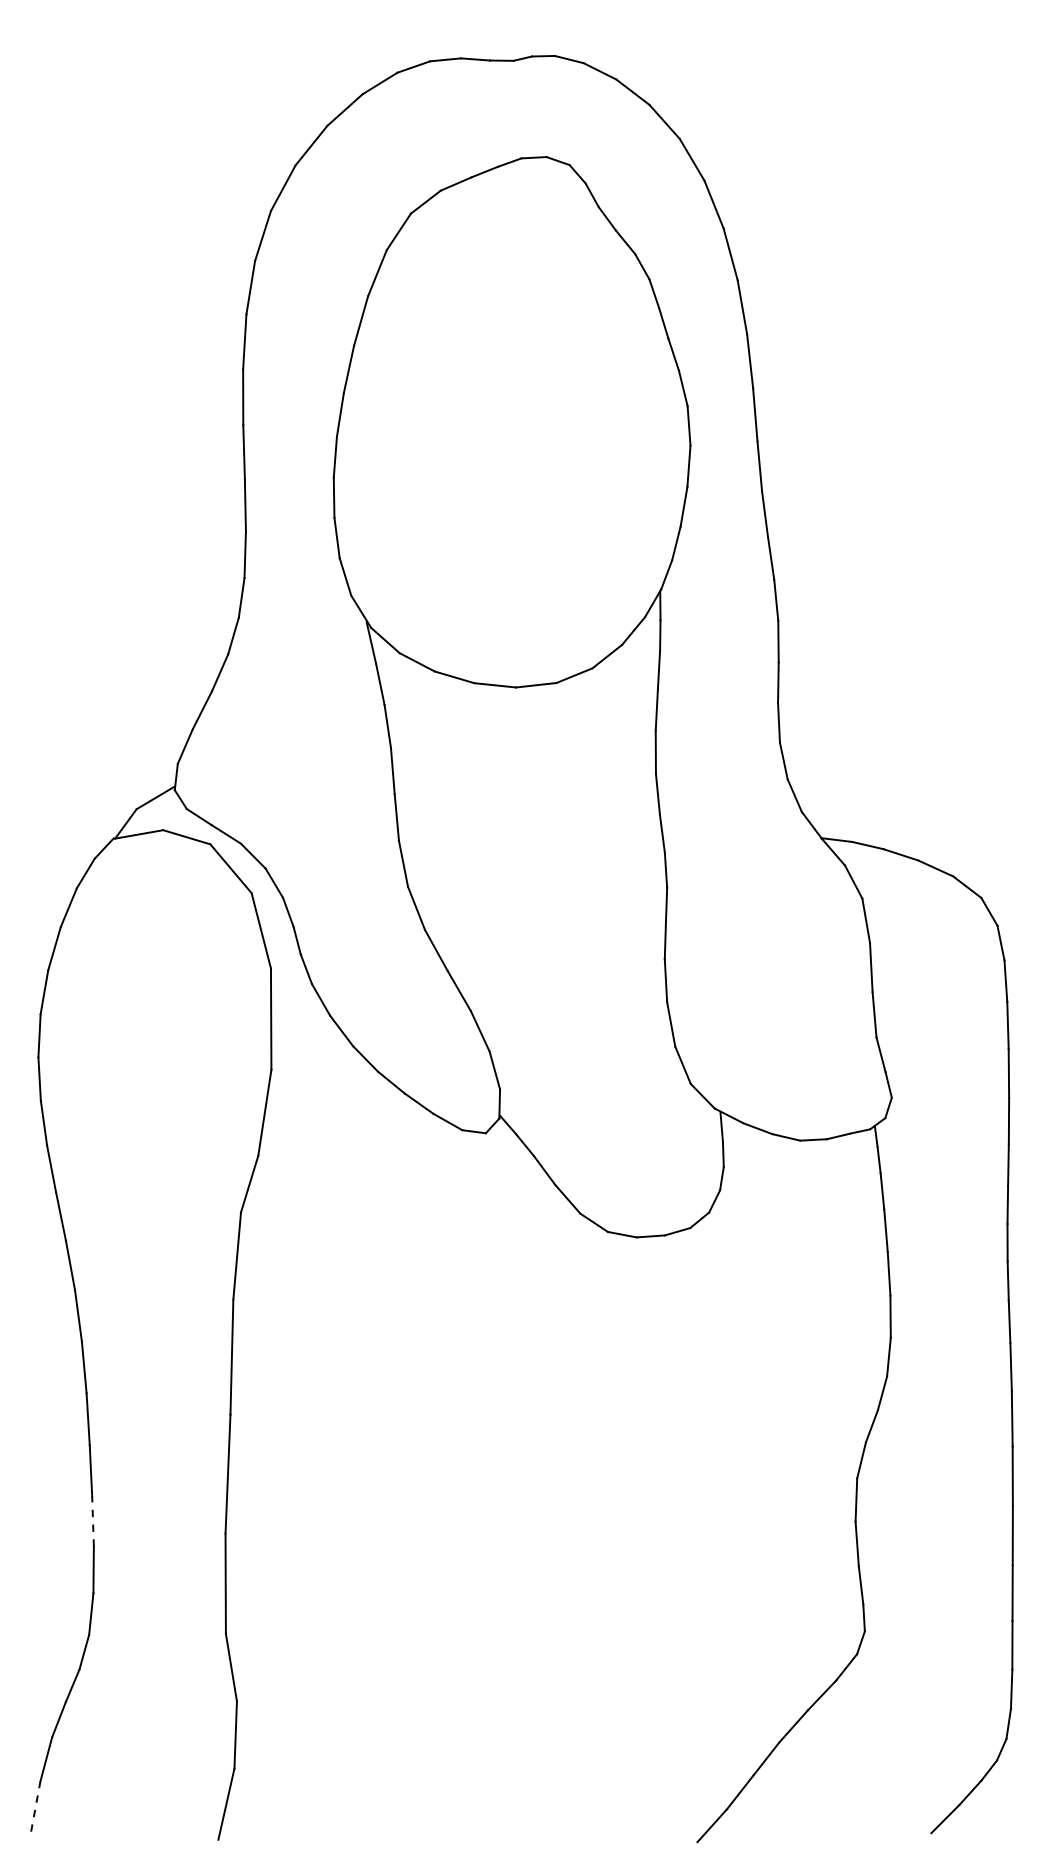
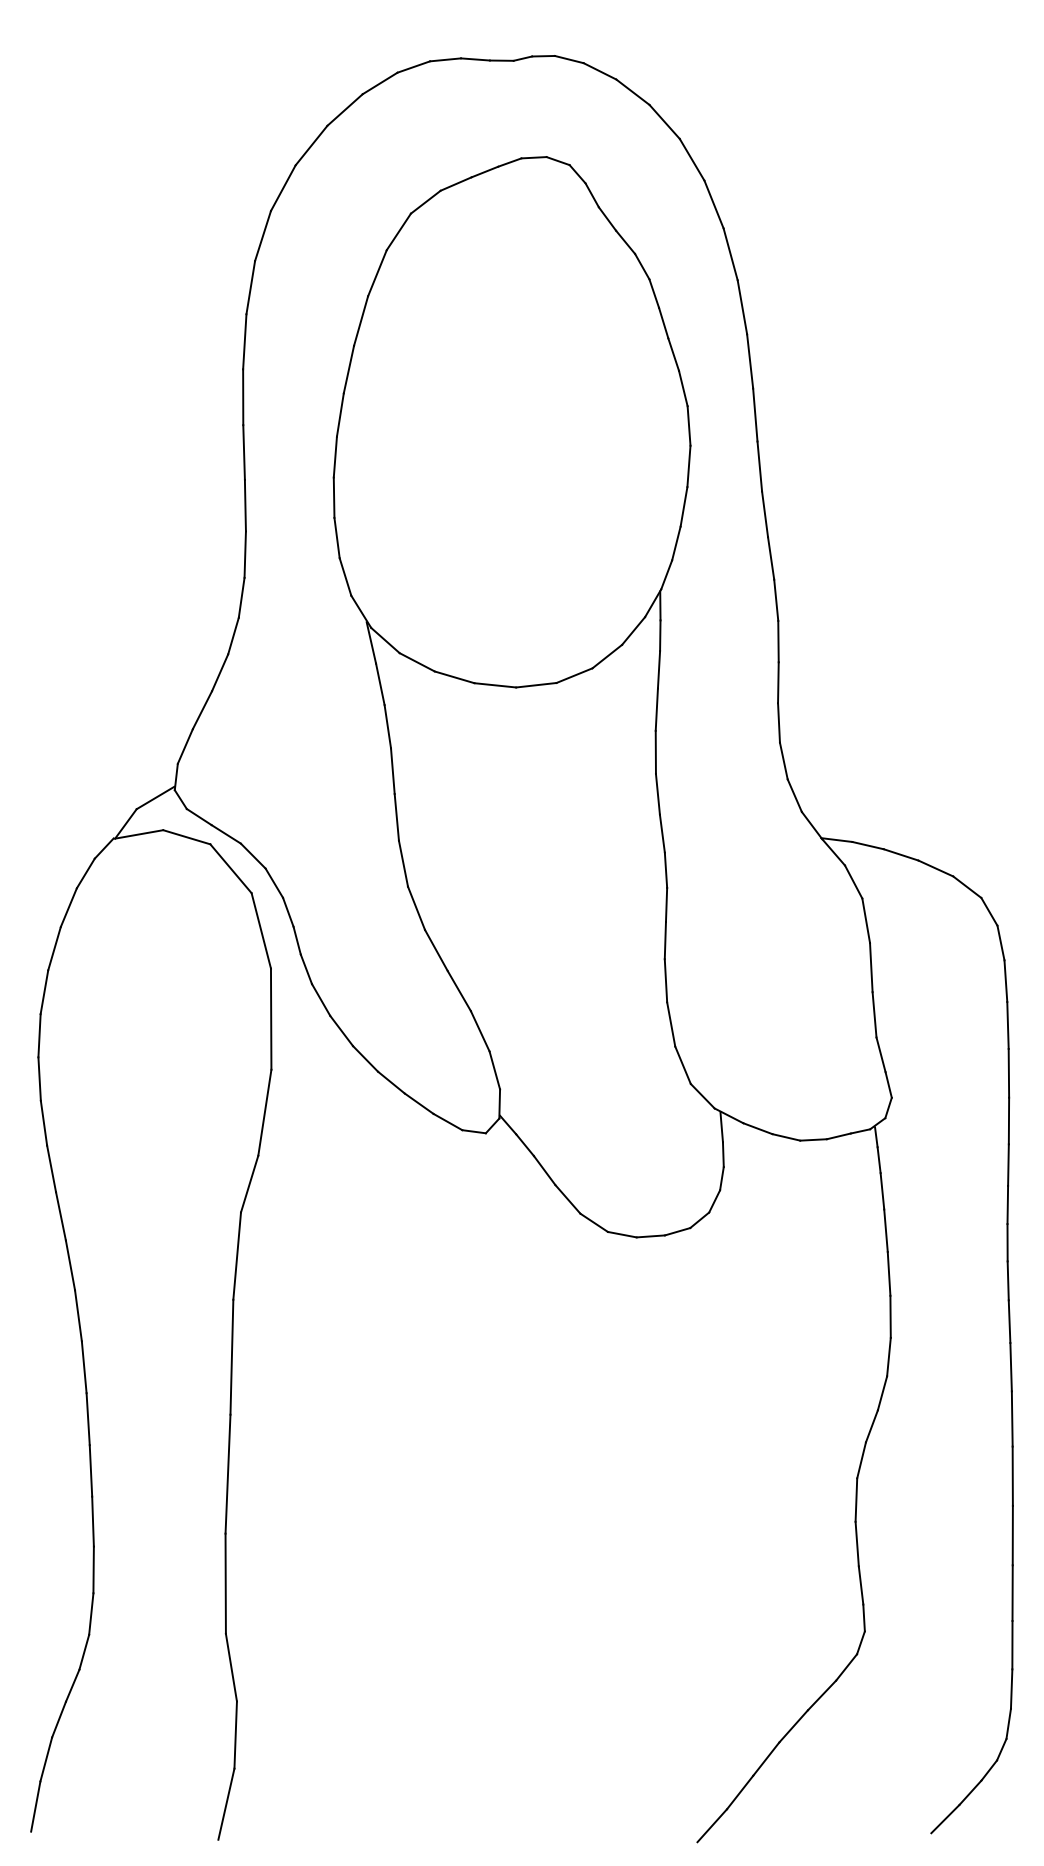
line at (93, 1521): dashed -> solid
line at (35, 1806): dashed -> solid
